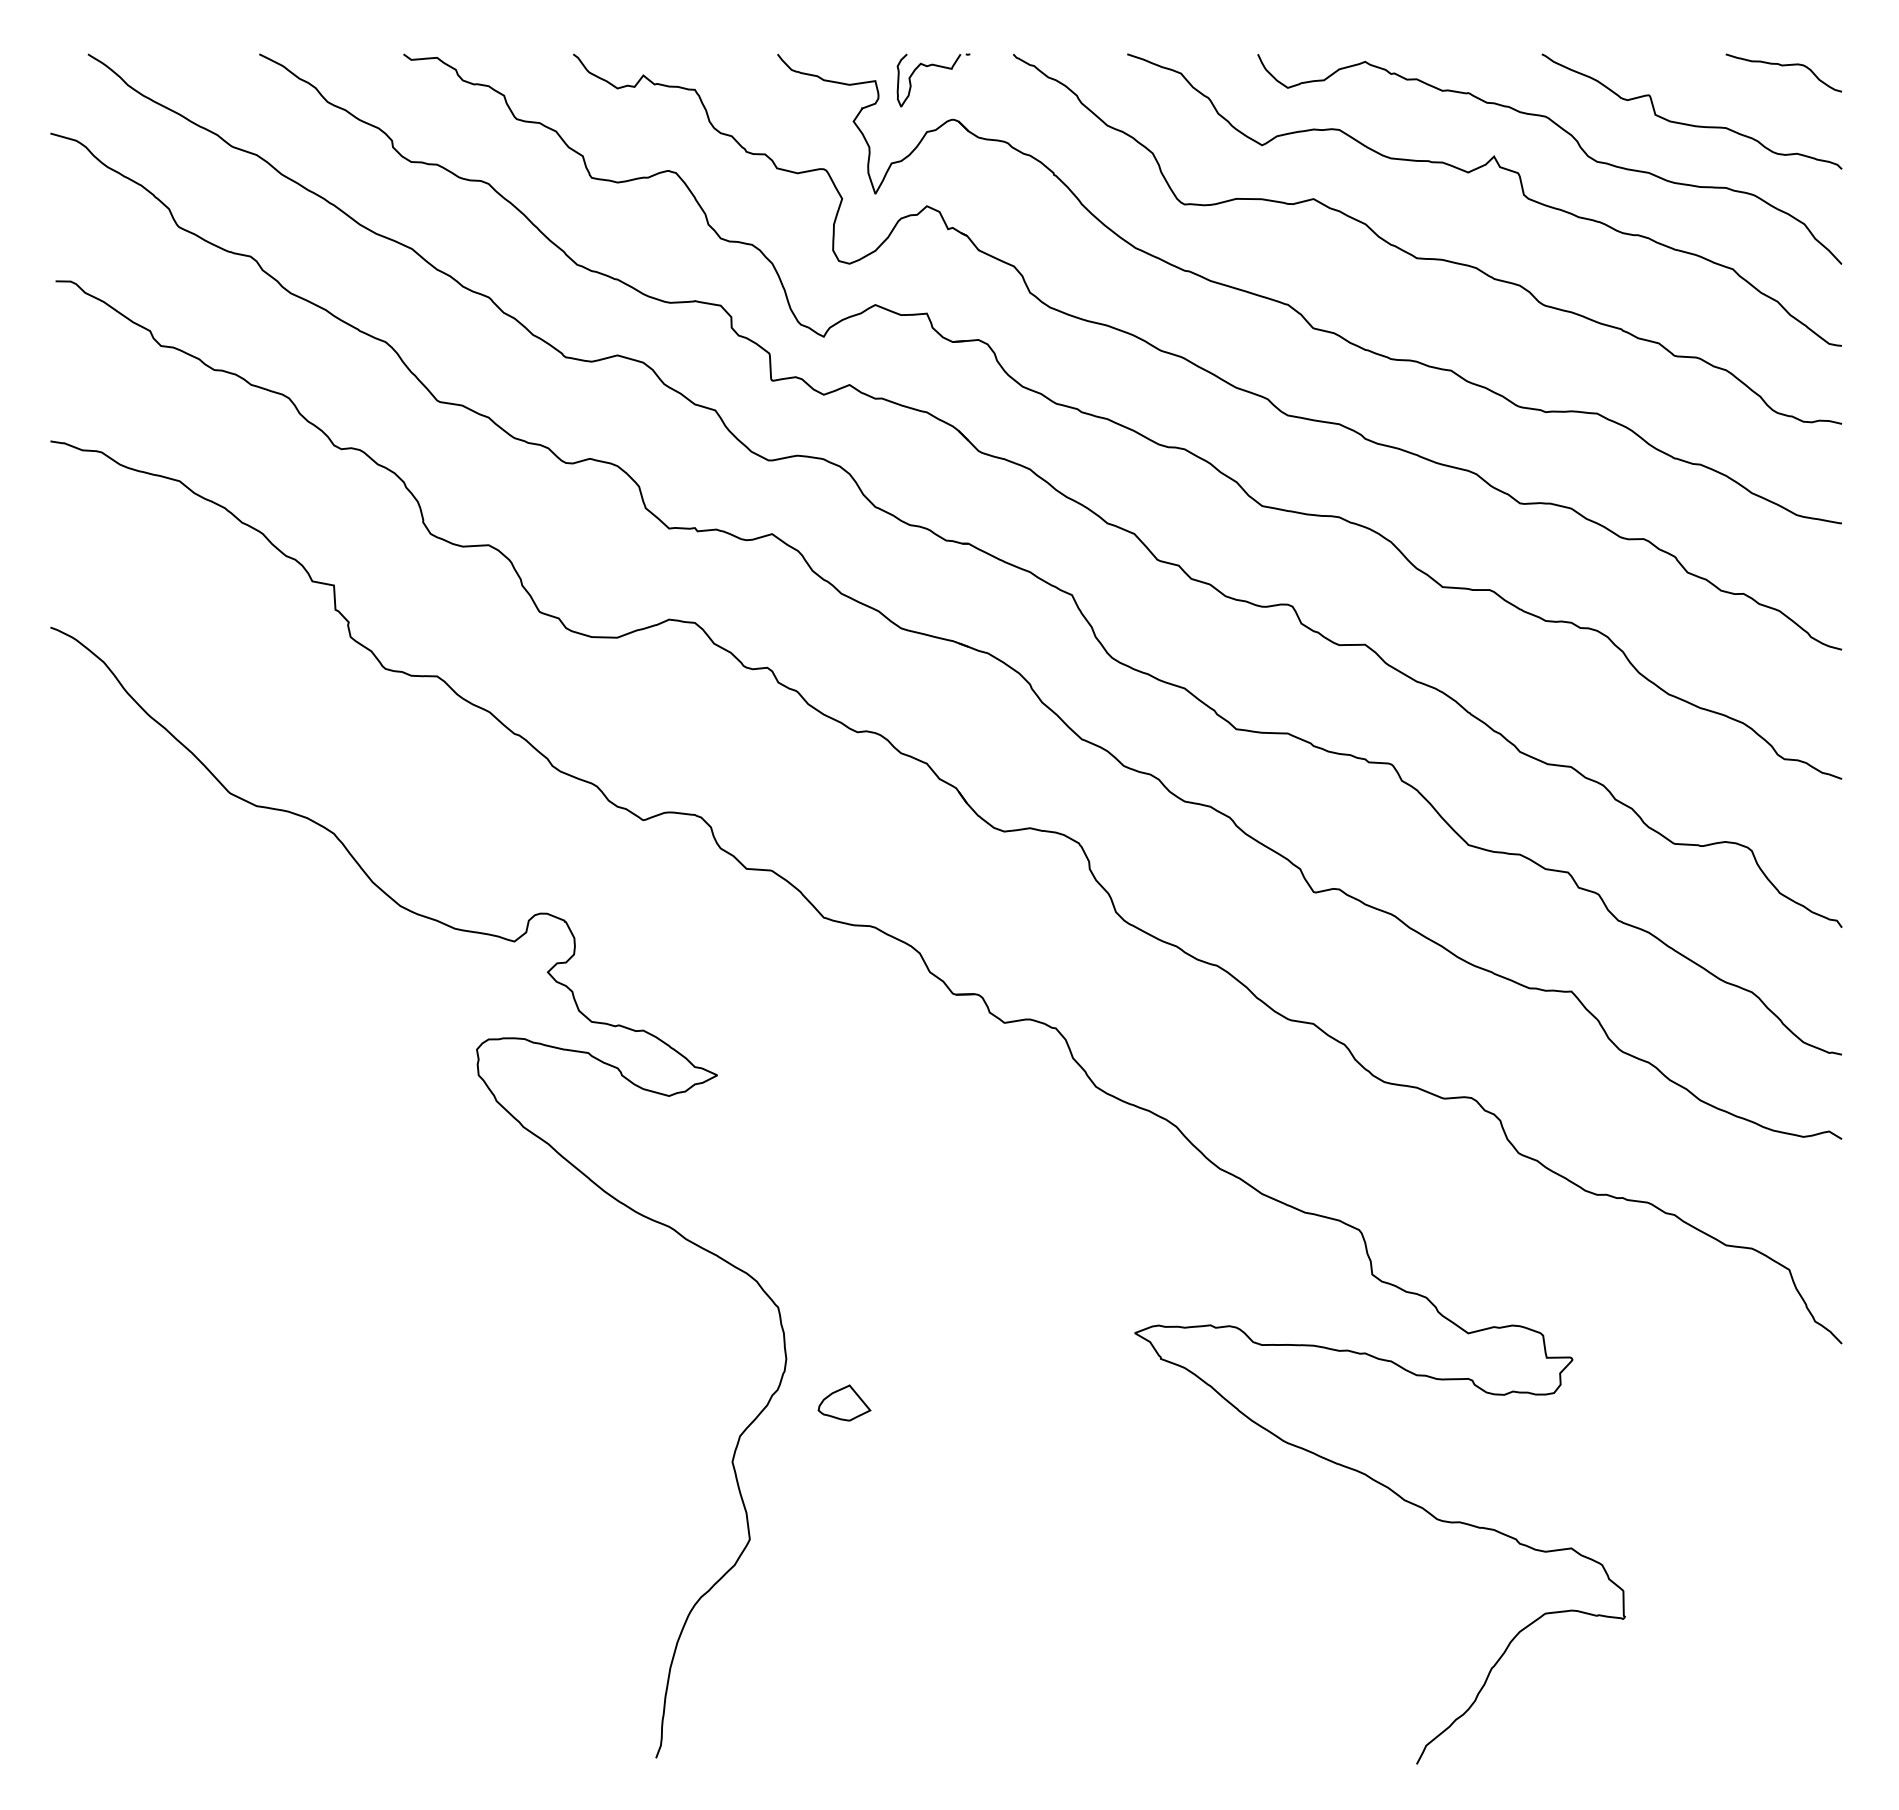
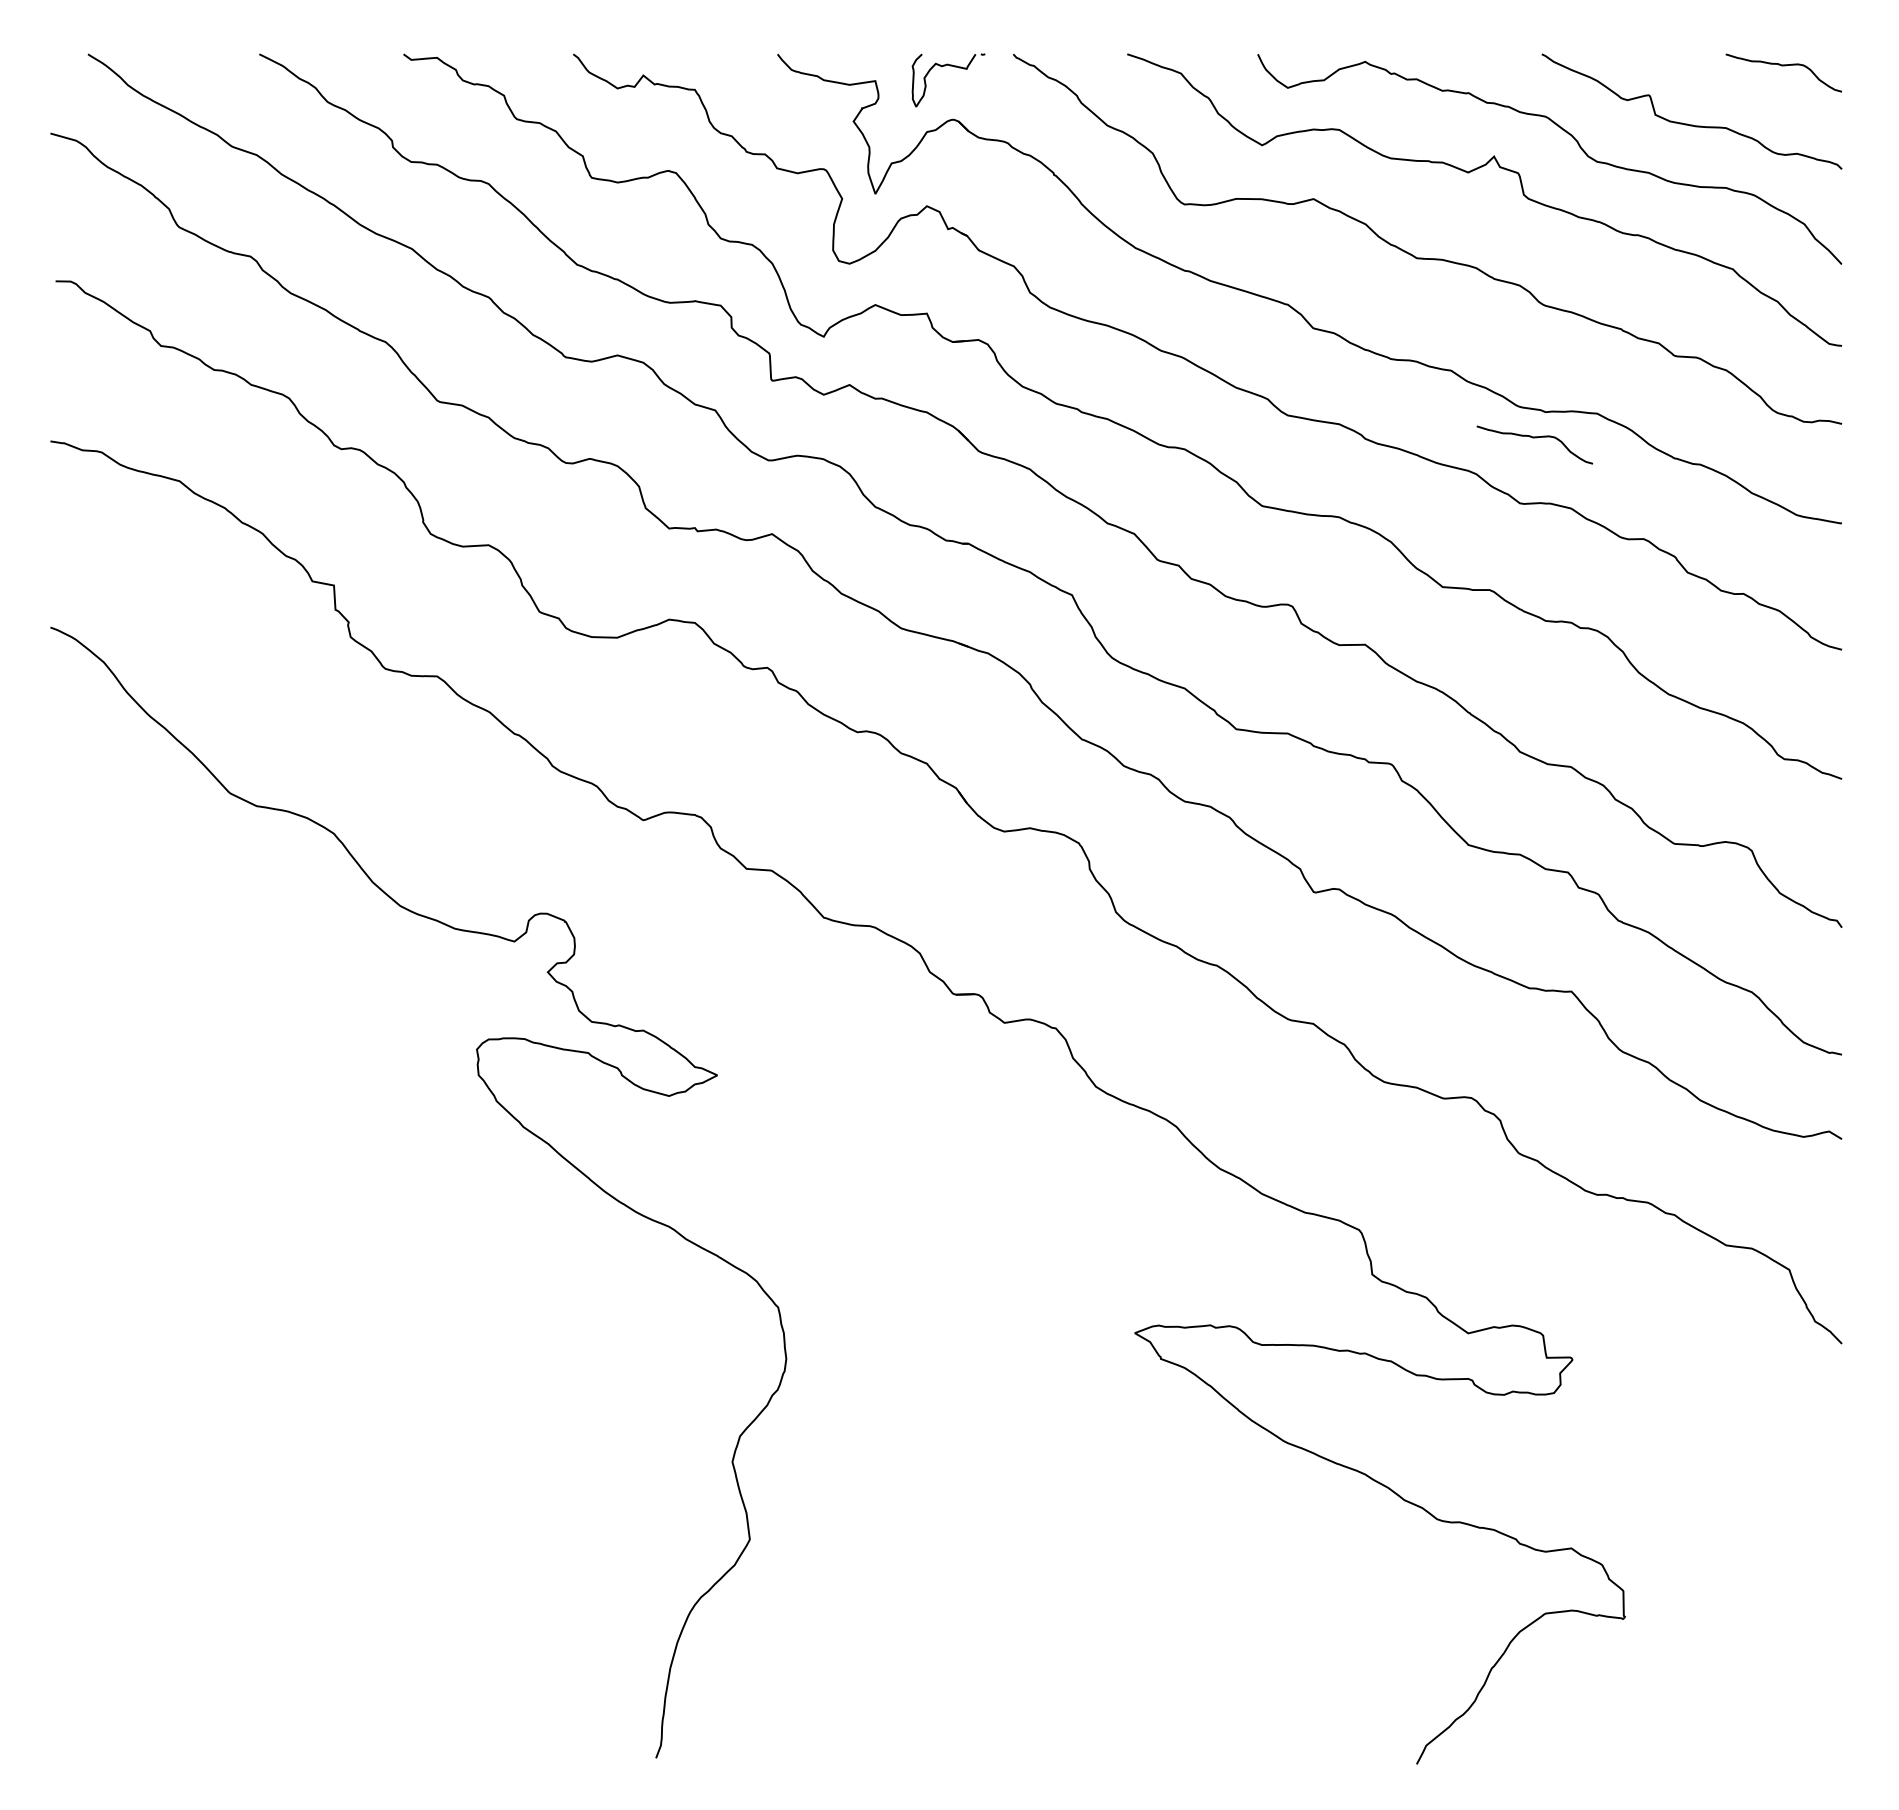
part at (935, 66) position: (935, 66) -> (950, 66)
curve at (1534, 438): none -> present
part at (844, 1402): present -> none
